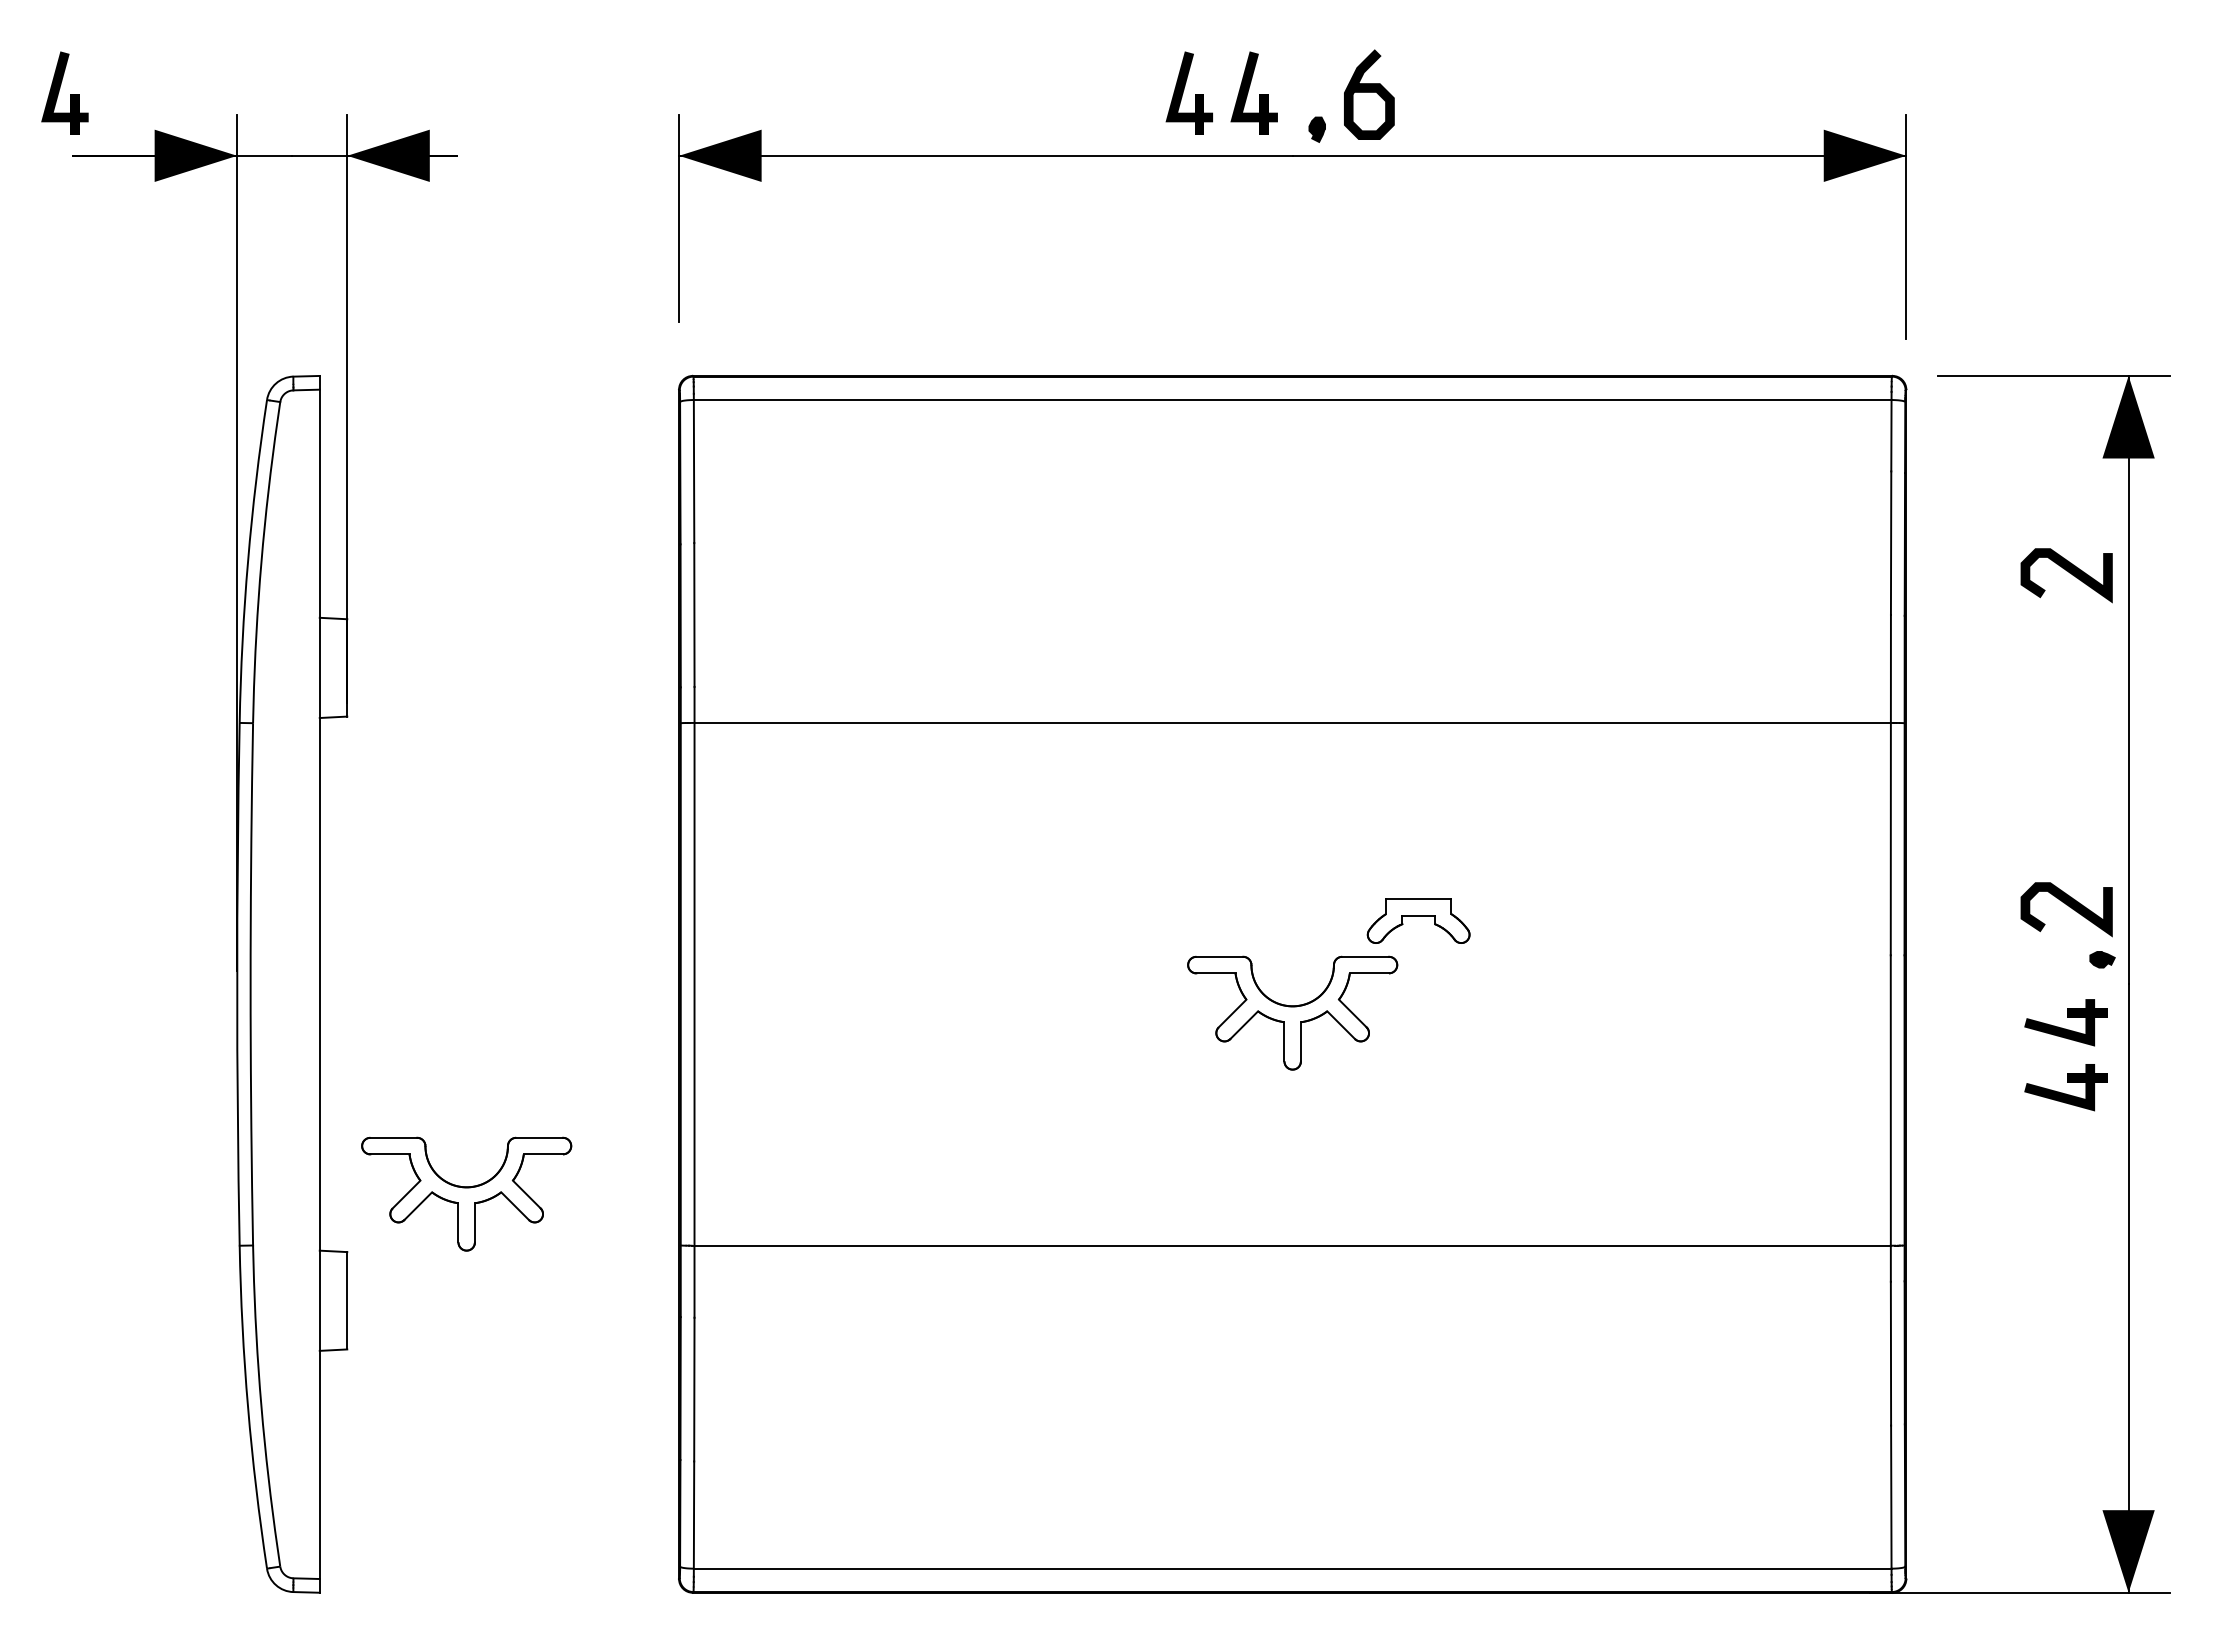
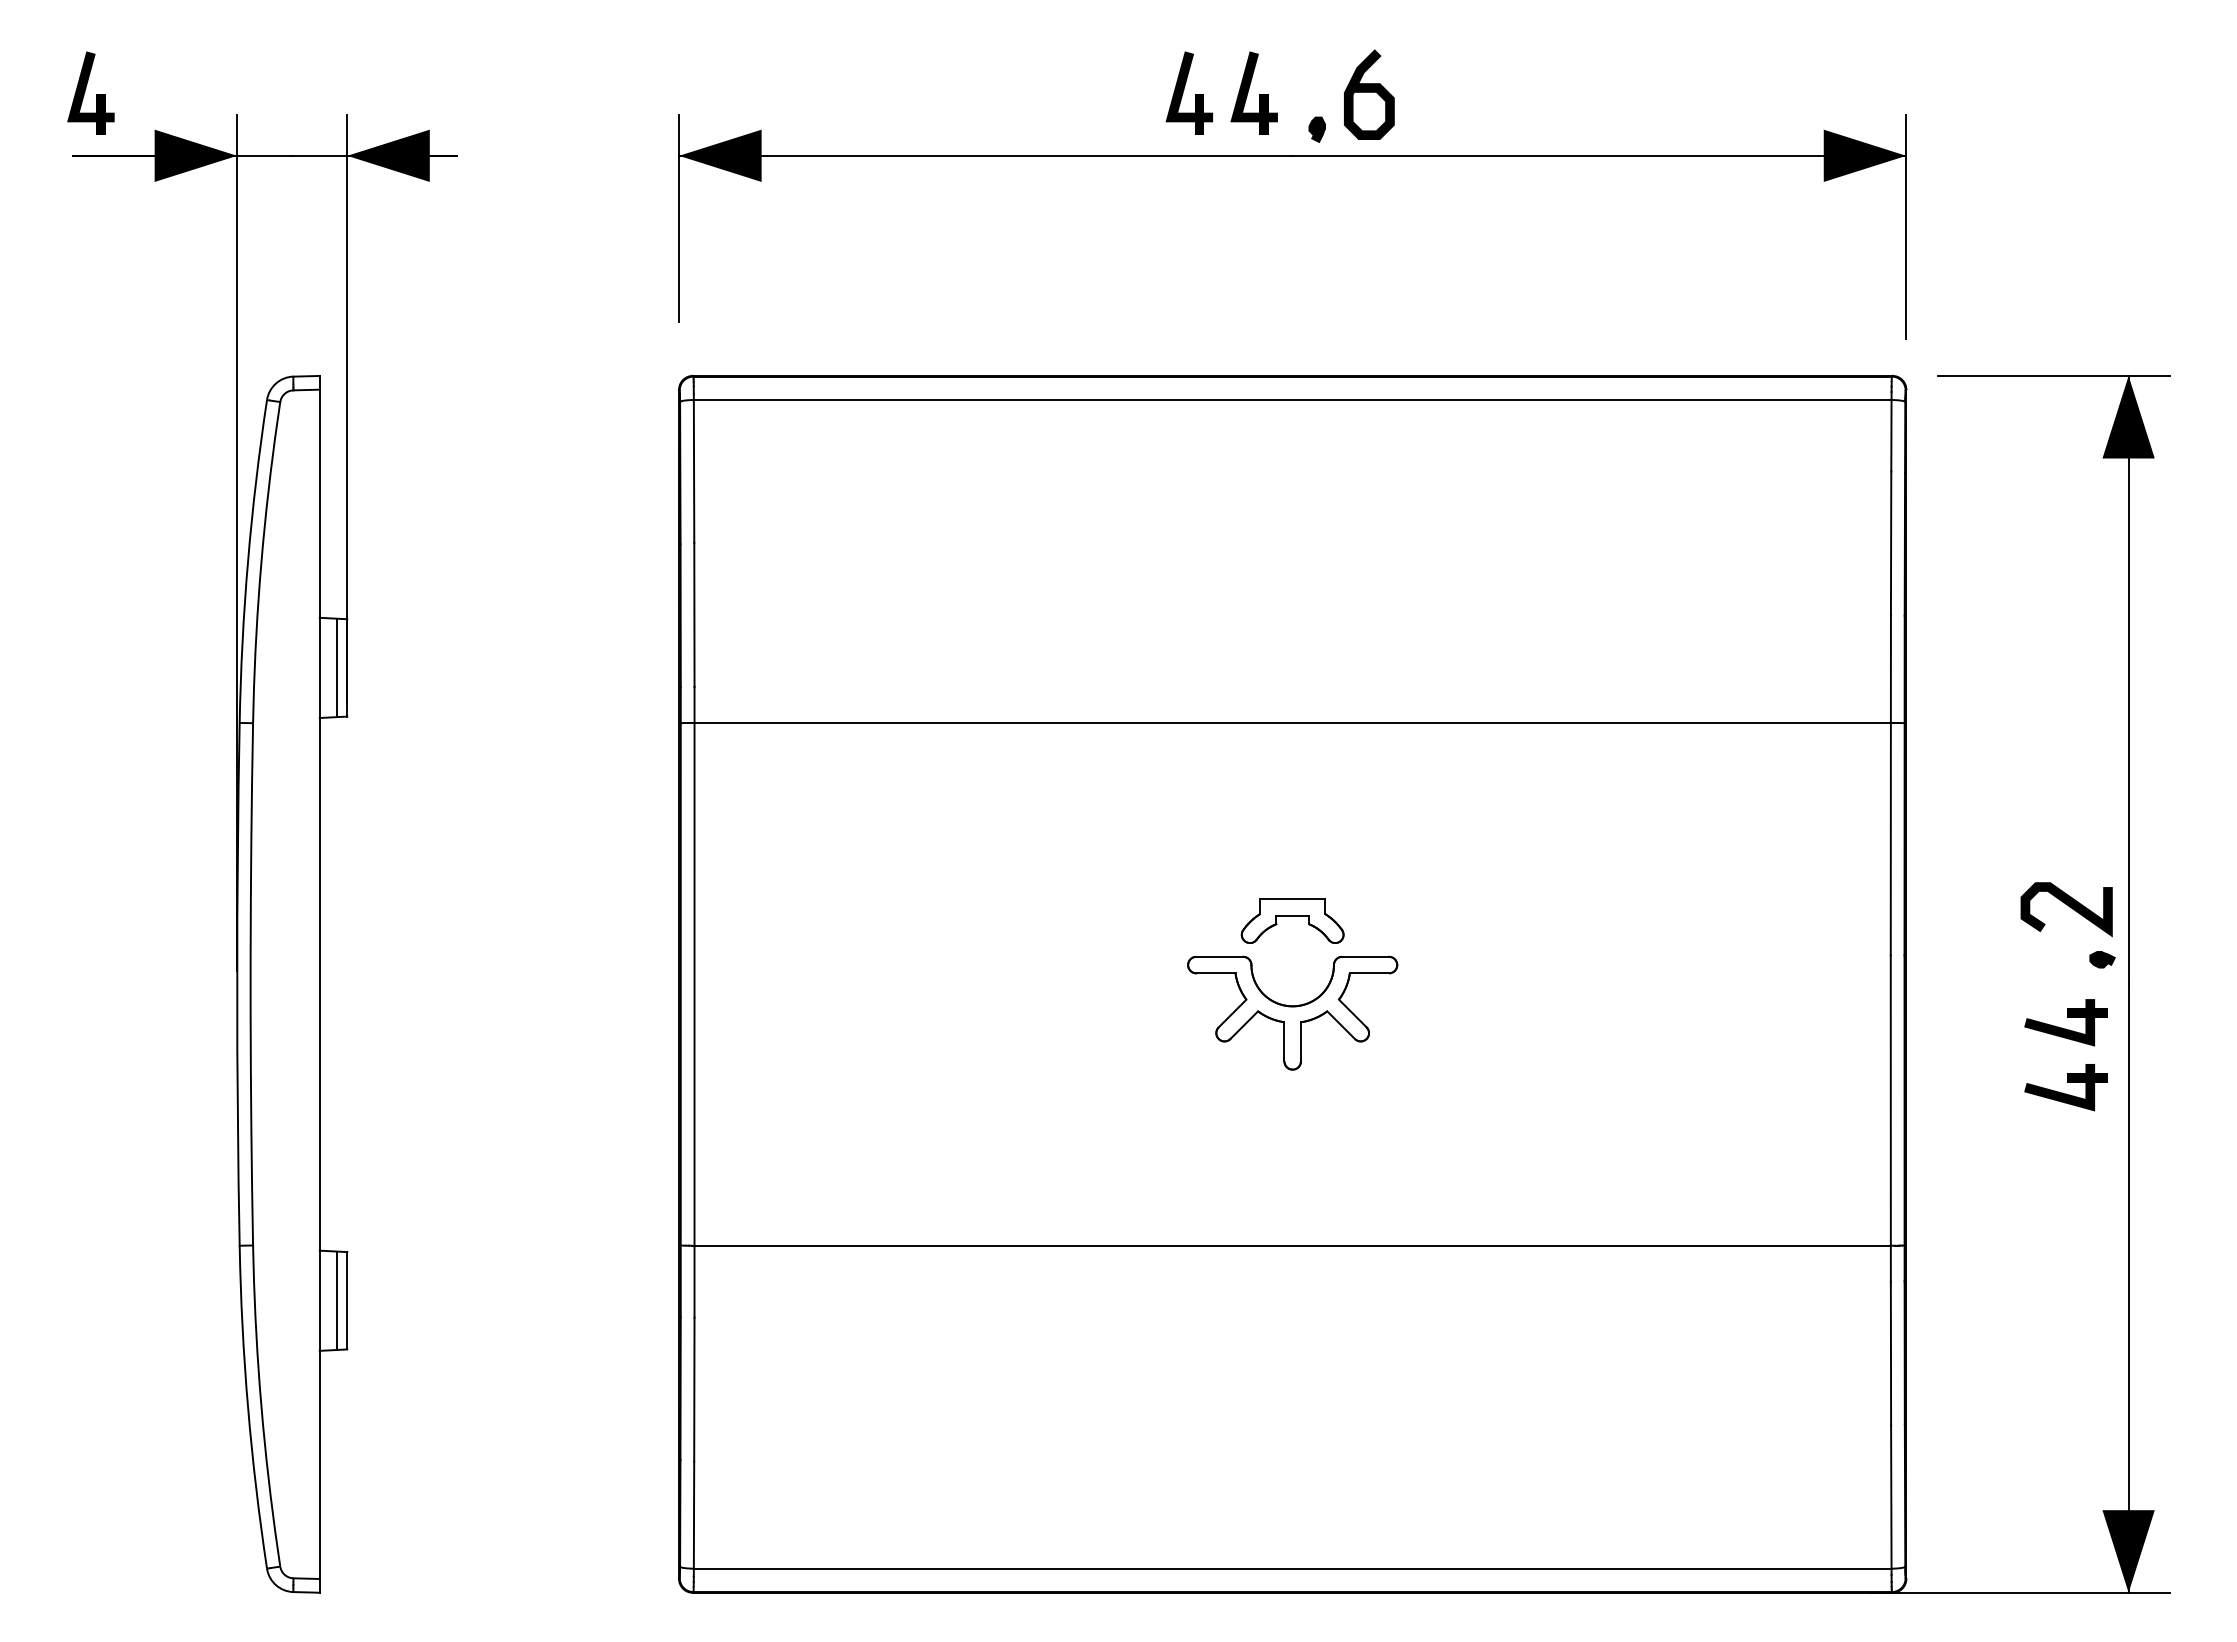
part at (64, 92) position: (64, 92) -> (90, 92)
curve at (2068, 572): present -> none
line at (336, 667): none -> present
part at (1418, 920) position: (1418, 920) -> (1292, 920)
part at (466, 1193): present -> none
line at (336, 1300): none -> present
